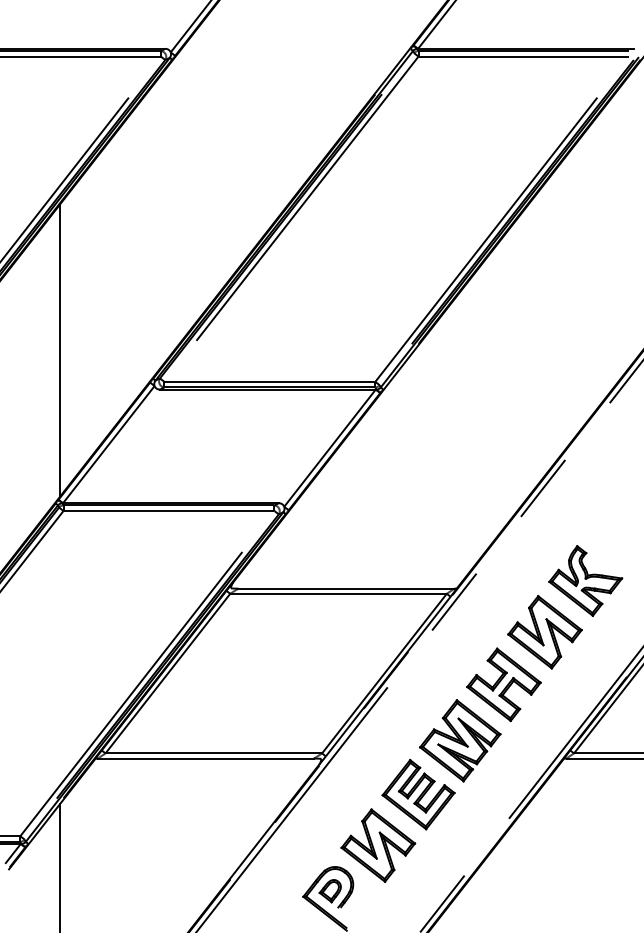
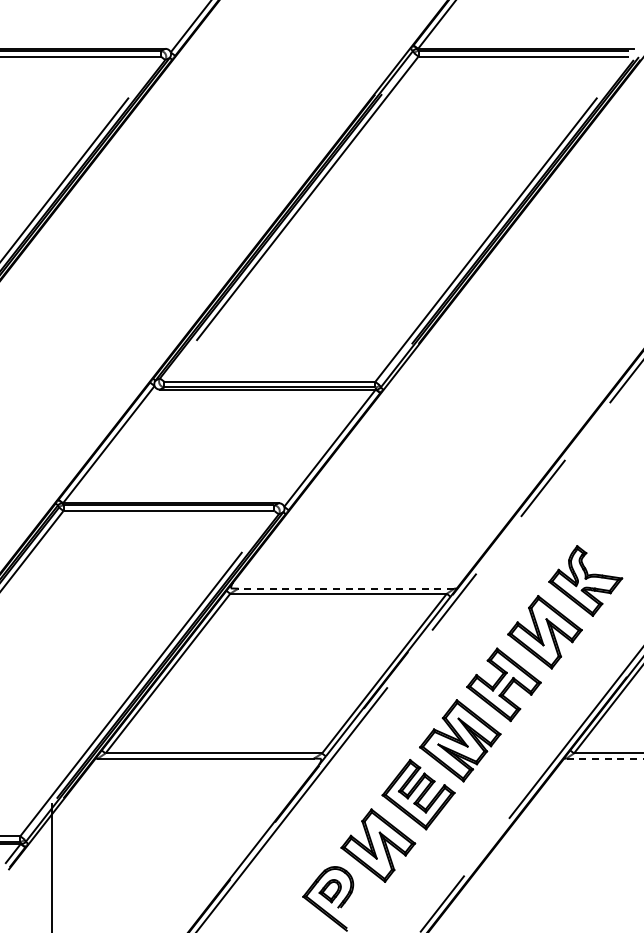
line at (59, 350): present -> none
line at (346, 588): solid -> dashed
line at (605, 758): solid -> dashed
line at (59, 866) position: (59, 866) -> (51, 866)
